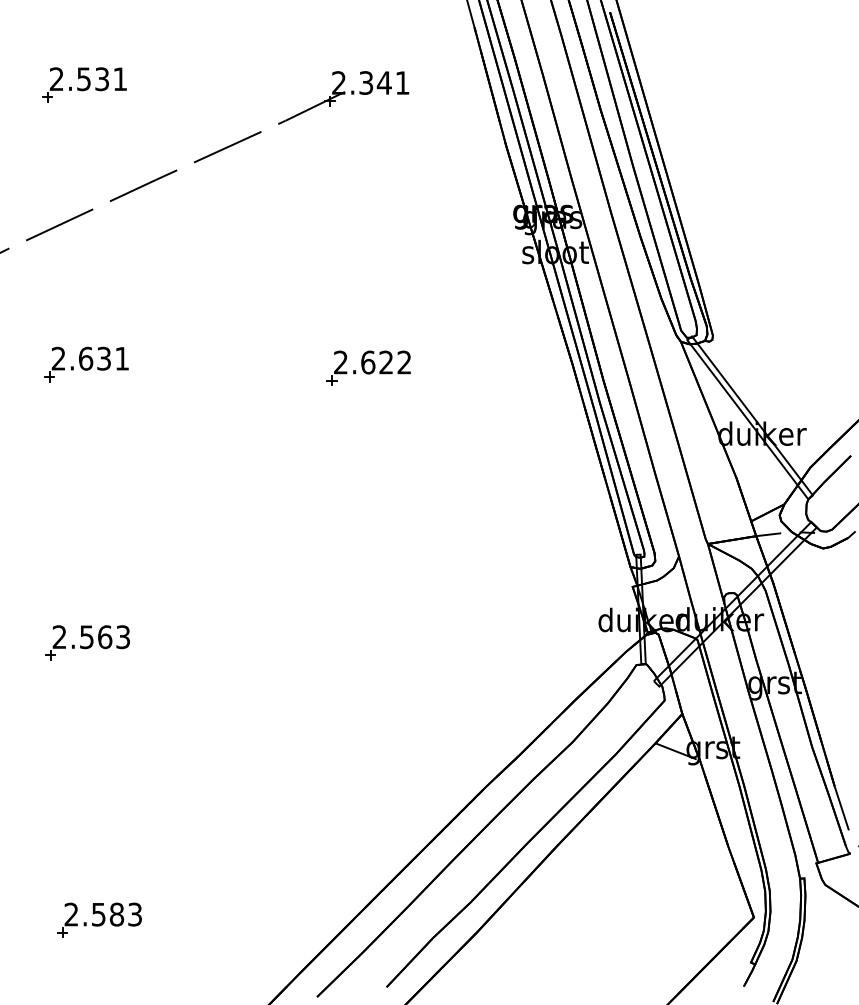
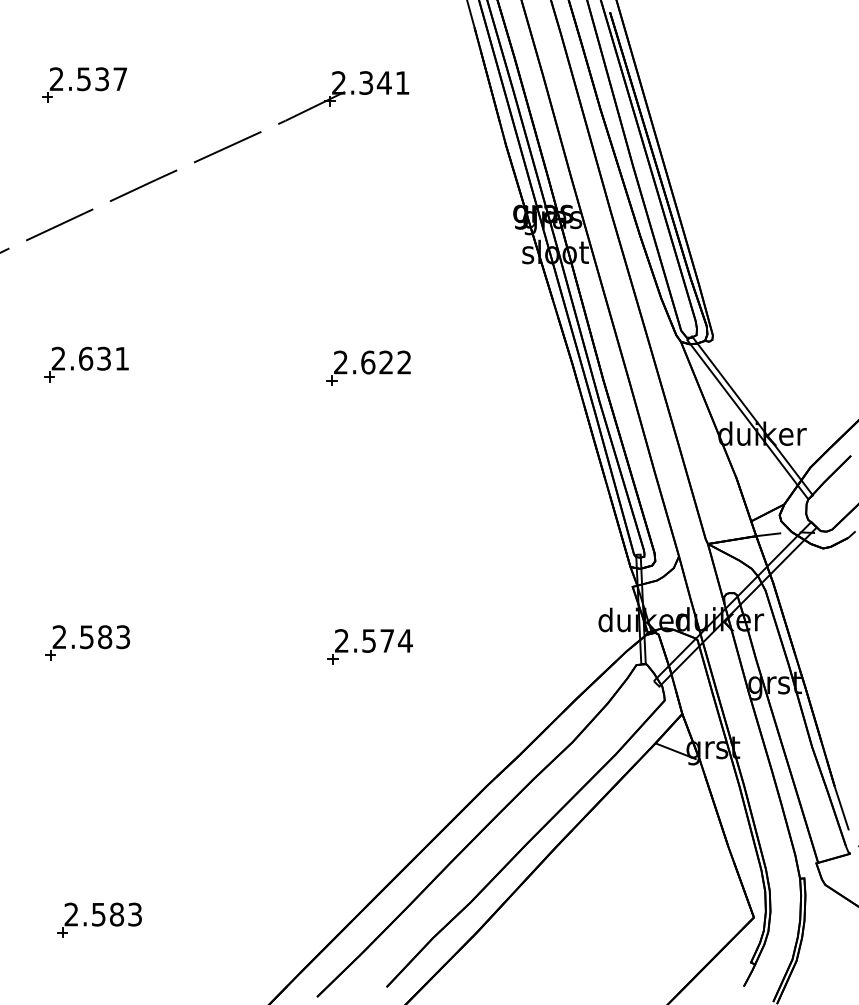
text at (119, 78): 2.531 -> 2.537
text at (105, 636): 2.563 -> 2.583
part at (369, 646): none -> present
